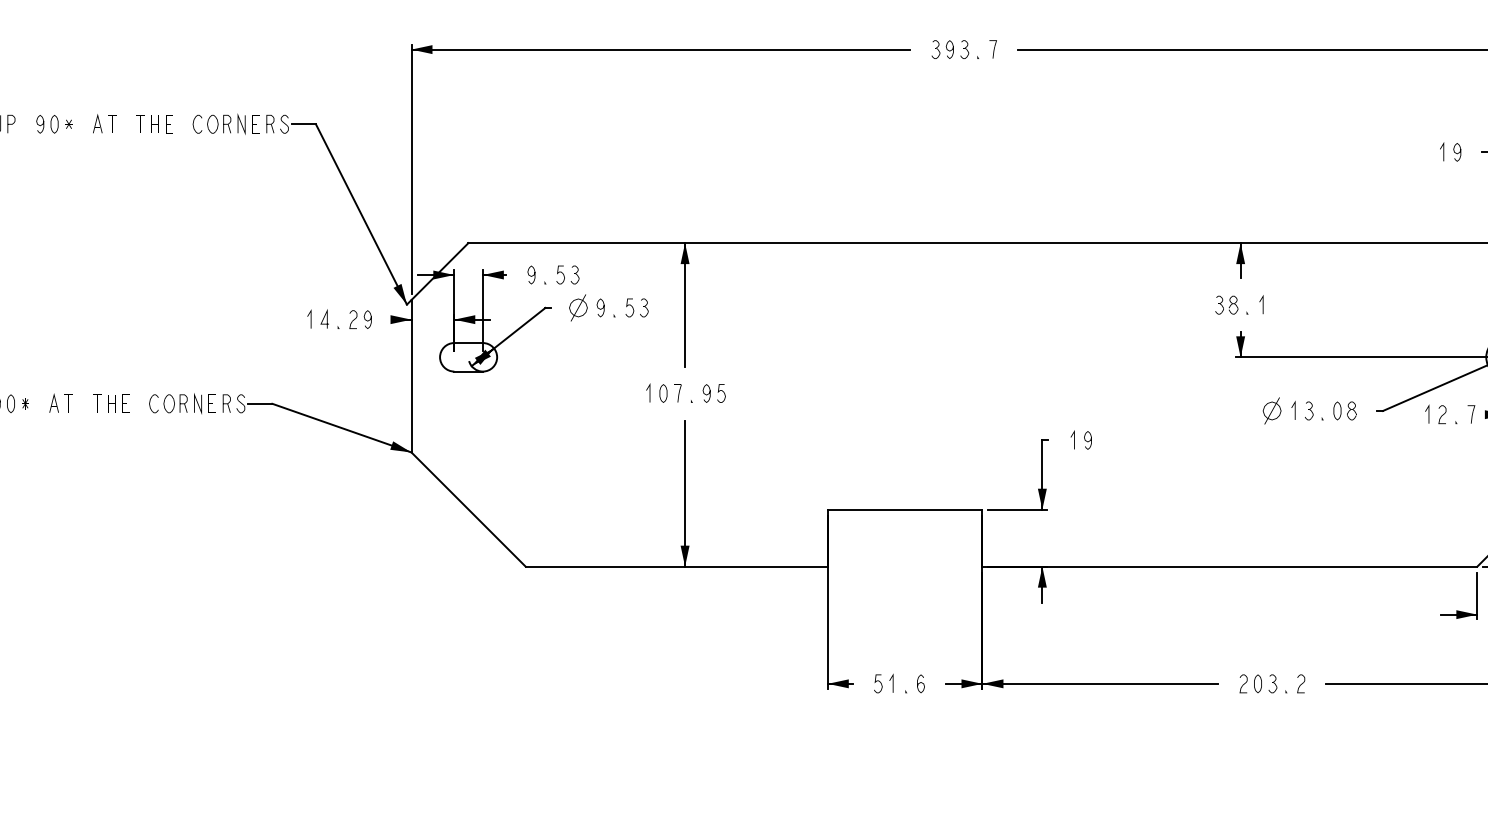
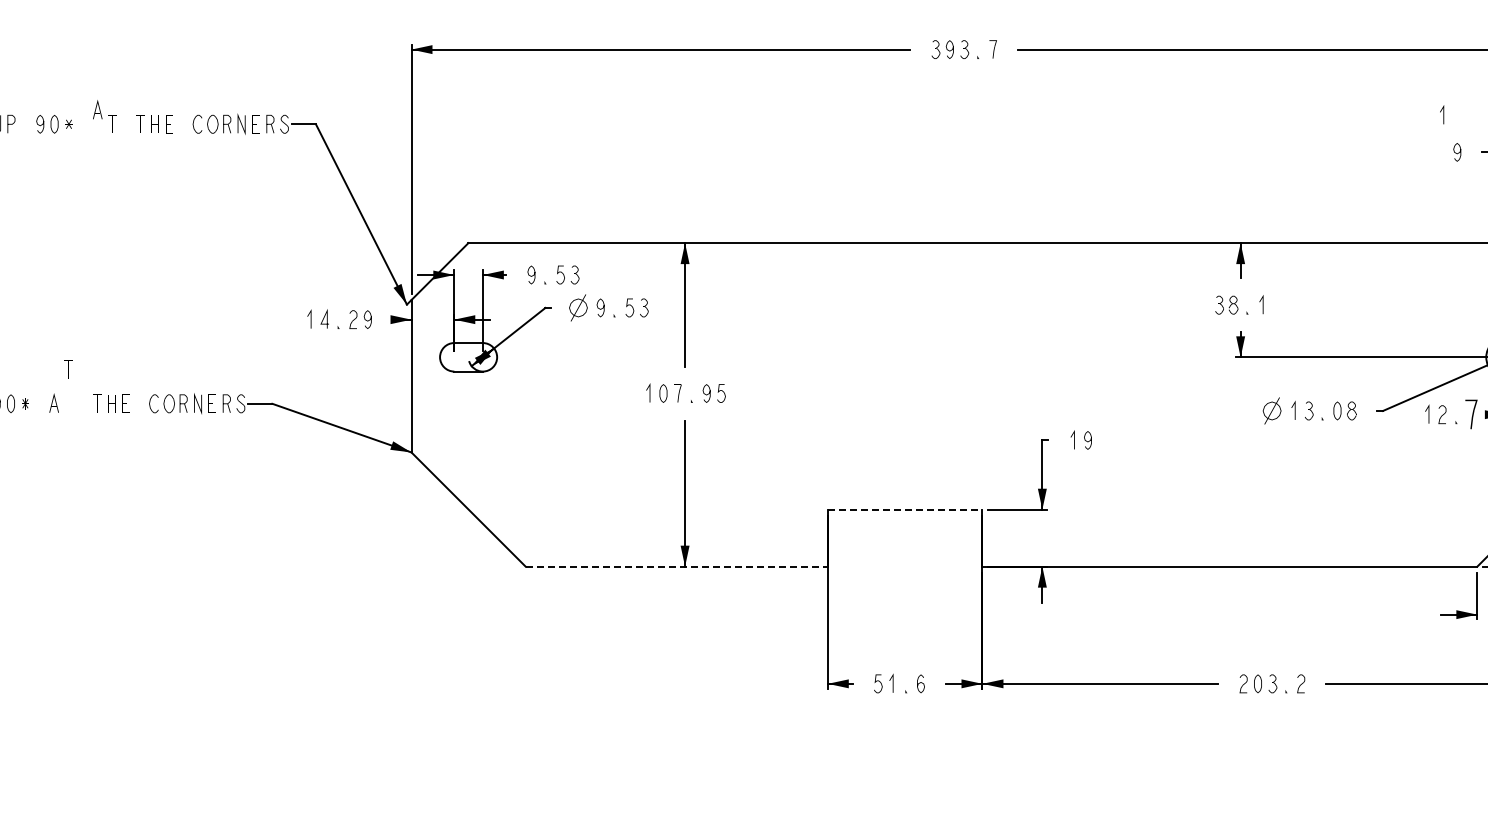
part at (97, 123) position: (97, 123) -> (97, 109)
line at (1443, 151) position: (1443, 151) -> (1443, 114)
part at (68, 403) position: (68, 403) -> (68, 369)
part at (1471, 414) size: 9x19 px -> 13x31 px
line at (905, 509): solid -> dashed
line at (677, 566): solid -> dashed
